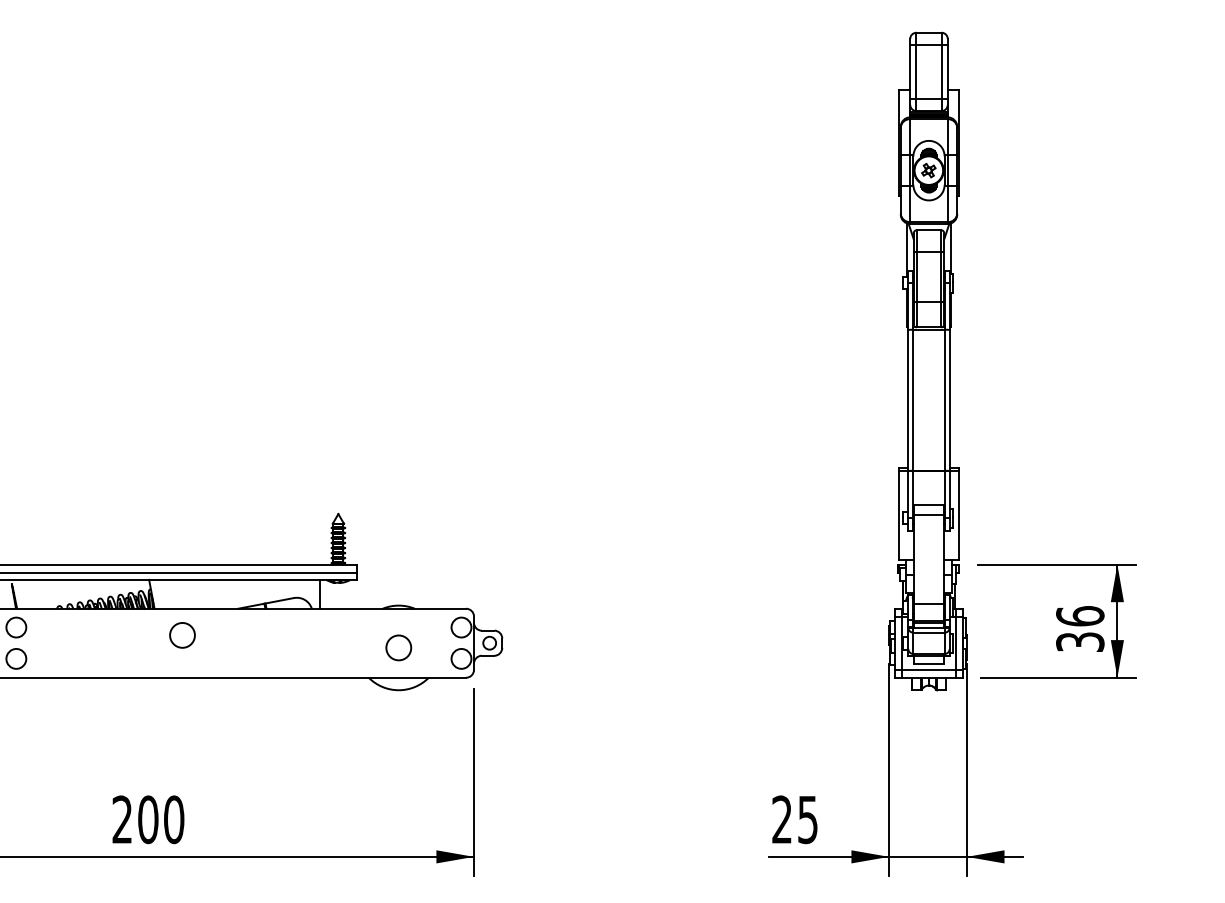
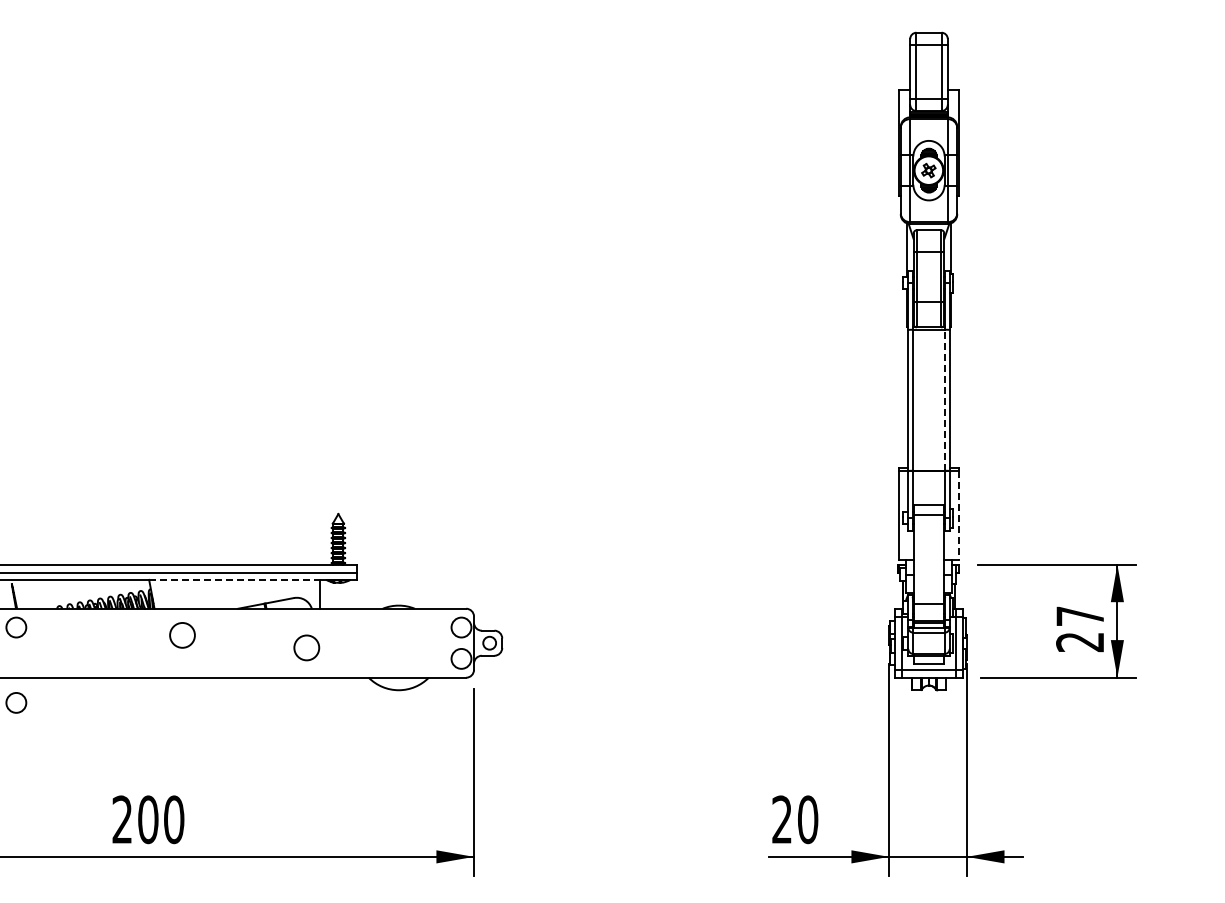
line at (944, 400): solid -> dashed
line at (959, 515): solid -> dashed
line at (234, 579): solid -> dashed
text at (1080, 629): 36 -> 27
circle at (398, 647) position: (398, 647) -> (306, 647)
circle at (16, 658) position: (16, 658) -> (16, 702)
text at (808, 819): 25 -> 20
